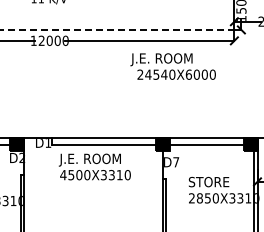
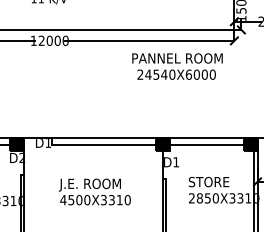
line at (117, 29): dashed -> solid
text at (176, 59): J.E. ROOM -> PANNEL ROOM
text at (176, 162): D7 -> D1
text at (94, 166) position: (94, 166) -> (94, 191)
